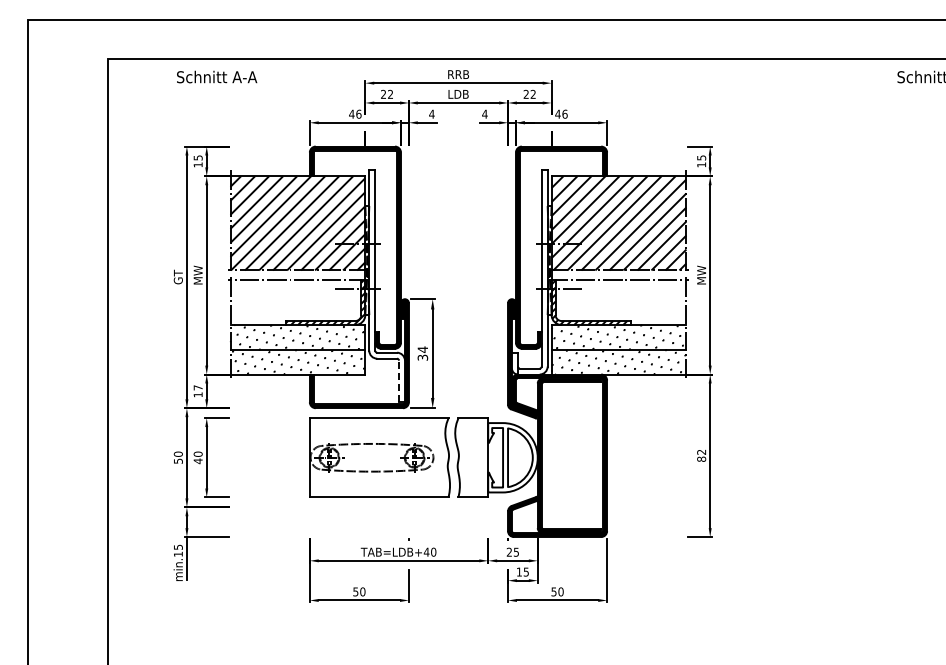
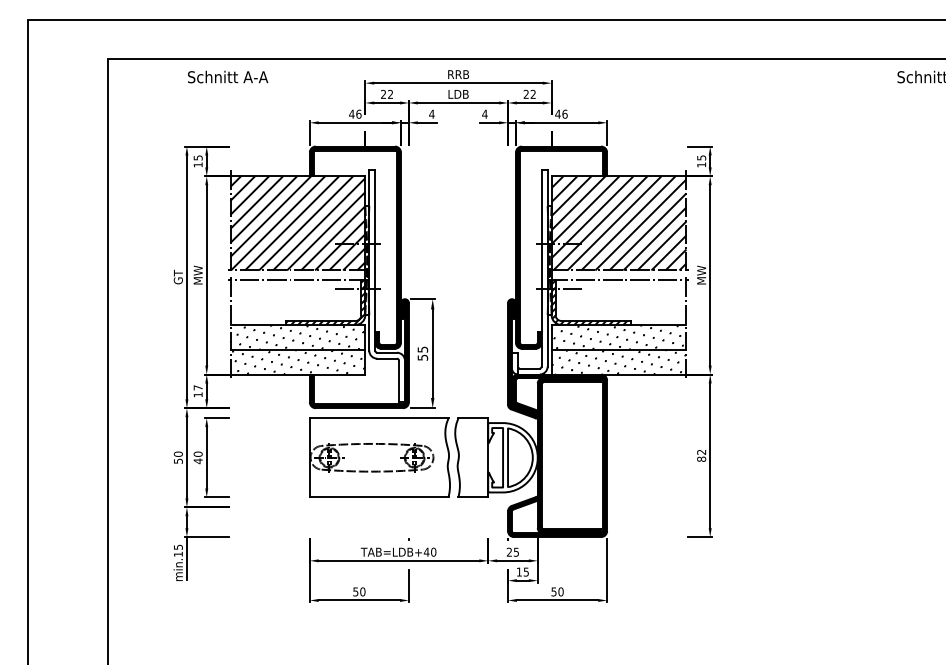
text at (217, 76) position: (217, 76) -> (228, 76)
text at (422, 353): 34 -> 55
line at (399, 381): dashed -> solid
